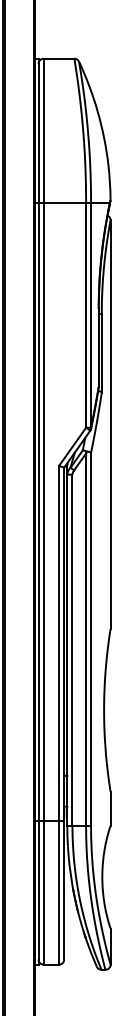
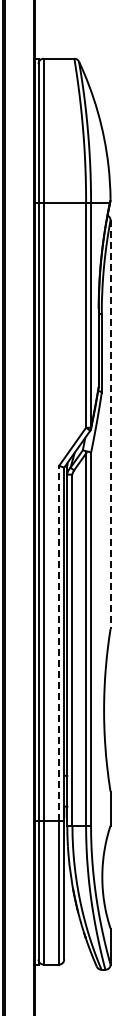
line at (110, 425): solid -> dashed
line at (59, 642): solid -> dashed
